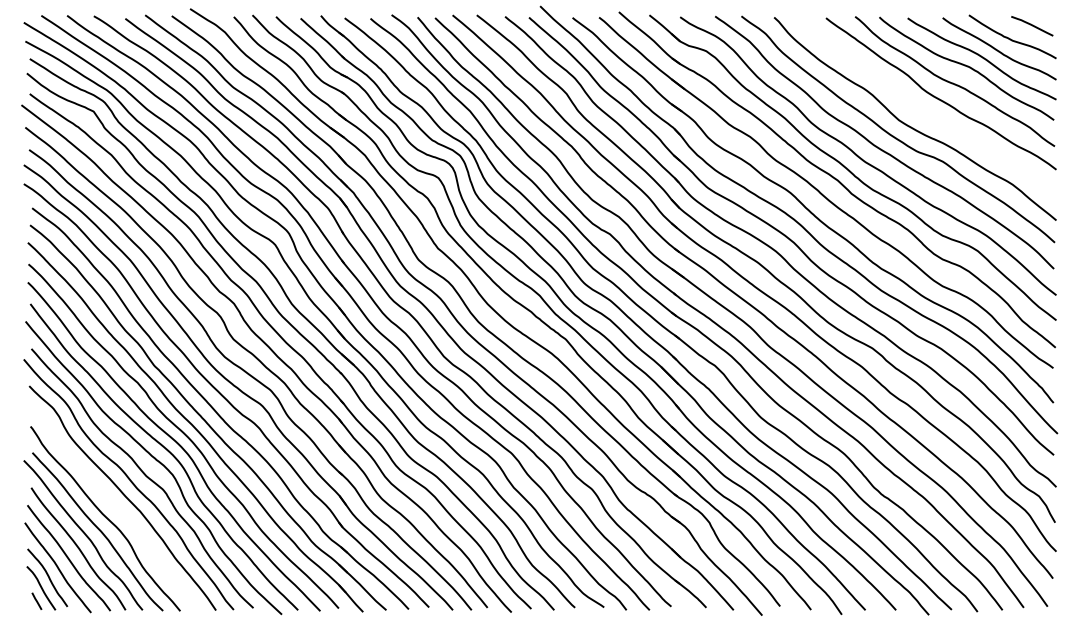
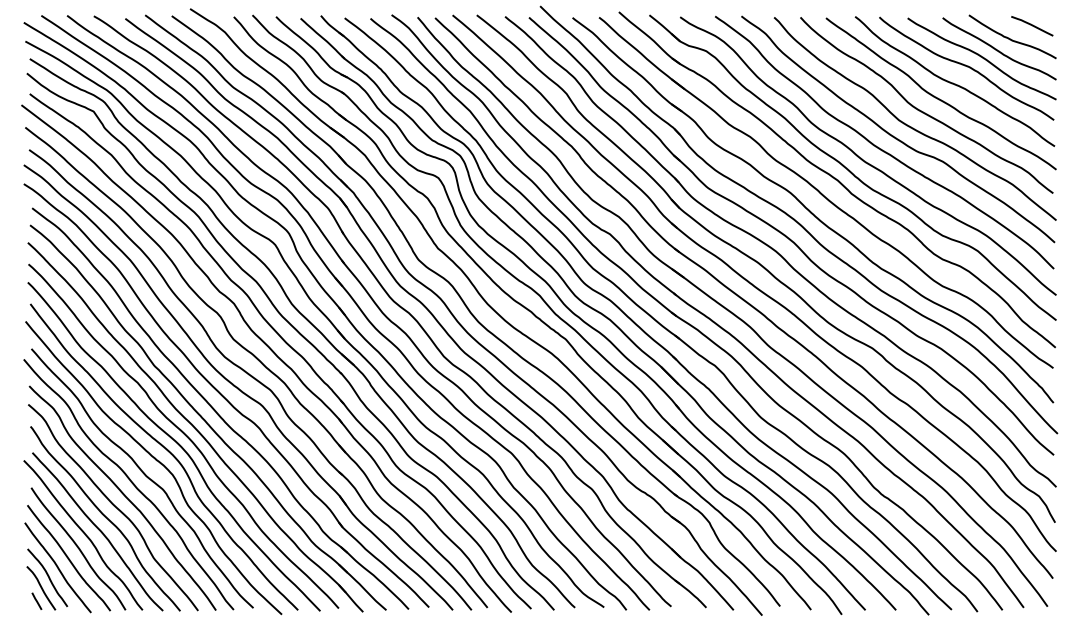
curve at (923, 111): none -> present
curve at (113, 506): none -> present
